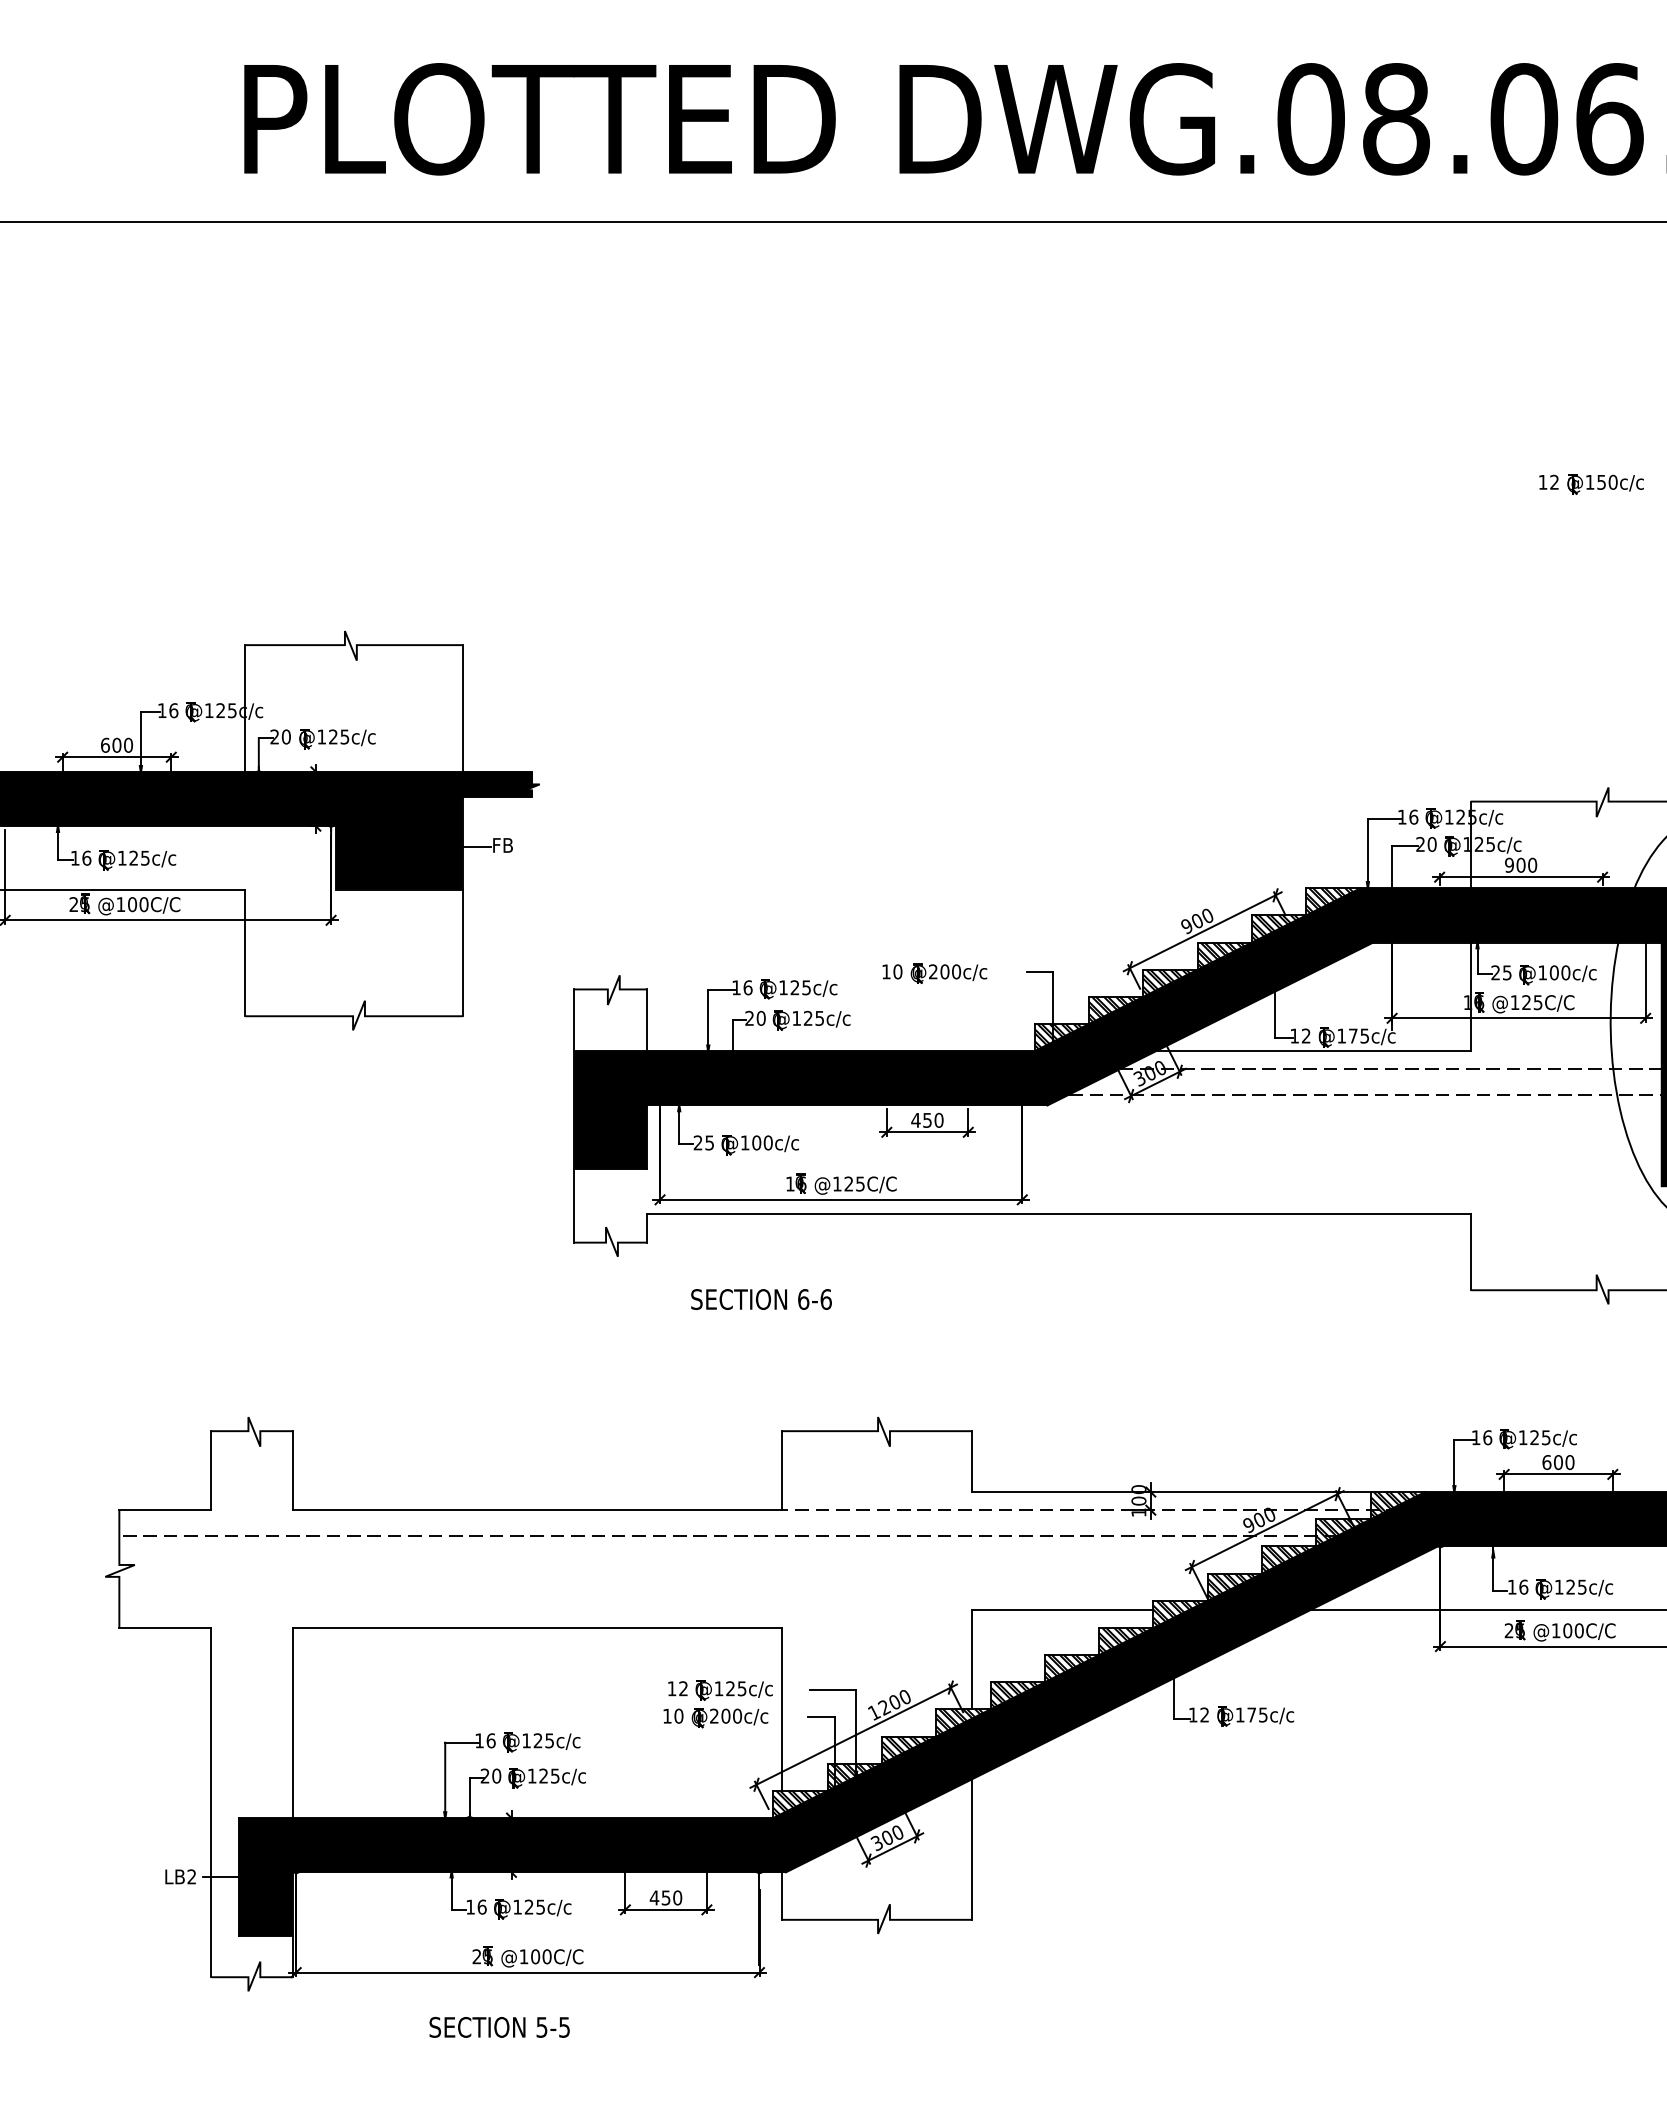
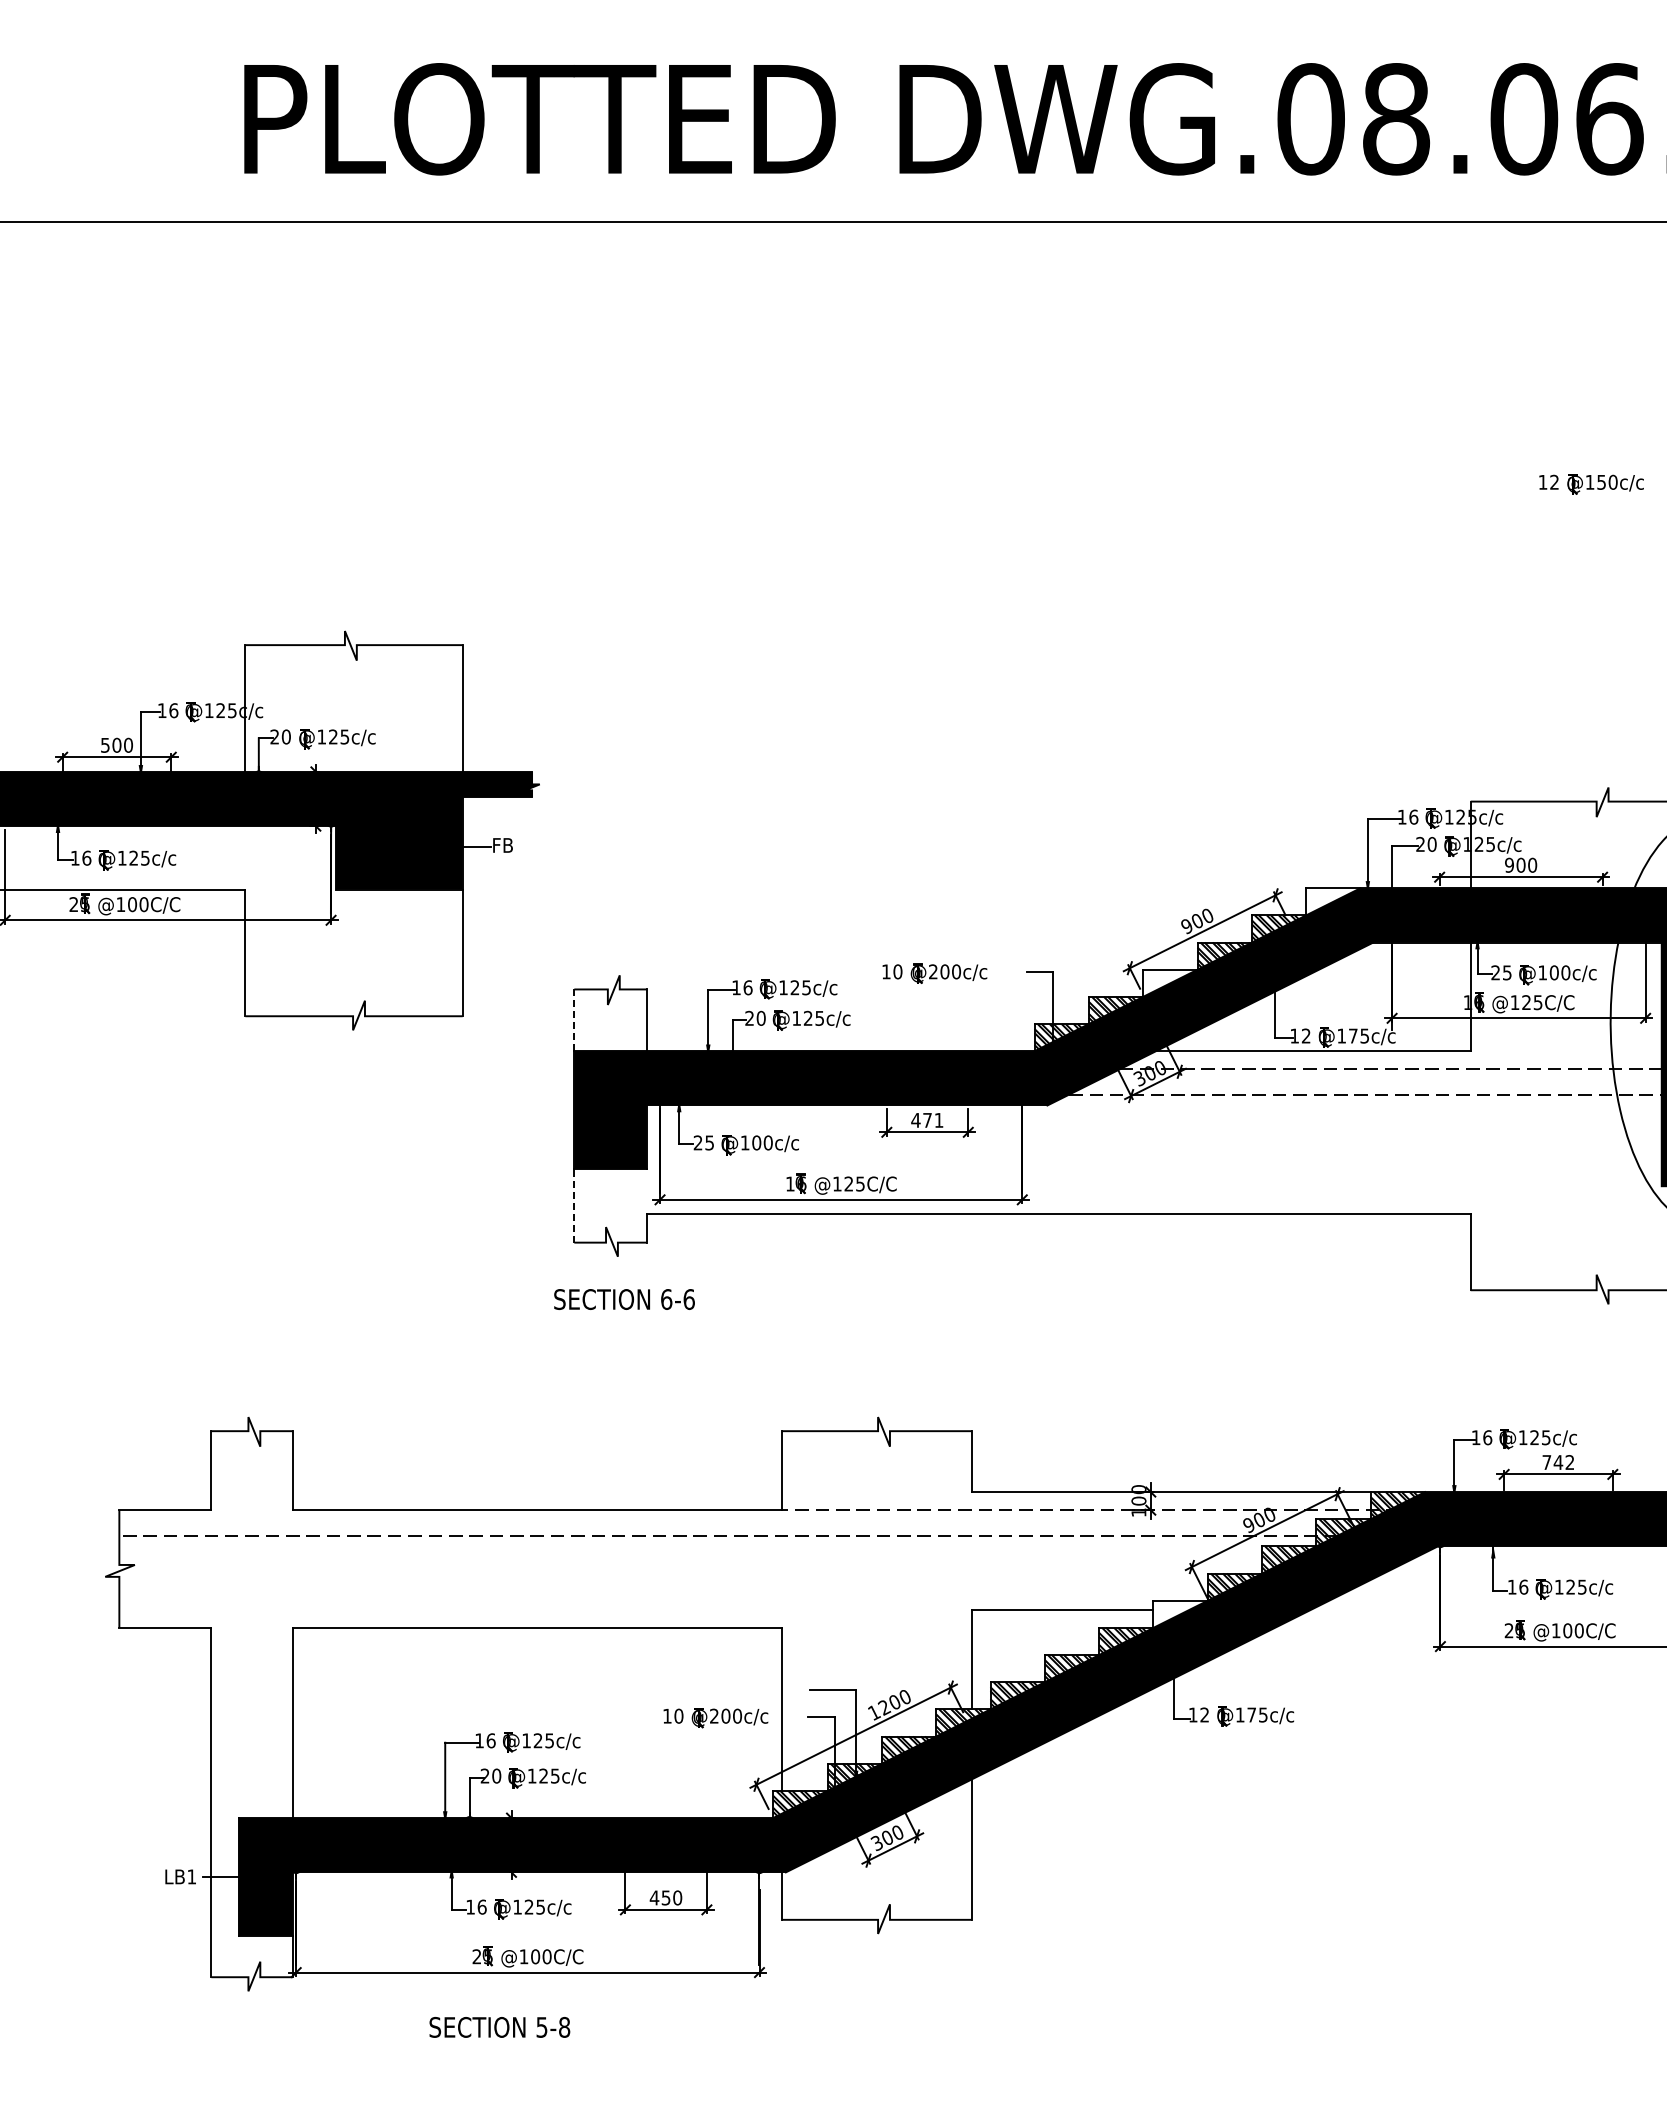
text at (105, 744): 600 -> 500
hatch at (1332, 900): present -> none
hatch at (1169, 981): present -> none
line at (574, 1020): solid -> dashed
text at (933, 1119): 450 -> 471
line at (574, 1205): solid -> dashed
text at (761, 1299) position: (761, 1299) -> (624, 1299)
text at (1558, 1462): 600 -> 742
line at (1487, 1609): present -> none
hatch at (1179, 1612): present -> none
part at (720, 1690): present -> none
text at (191, 1876): LB2 -> LB1
text at (564, 2026): 5-5 -> 5-8
